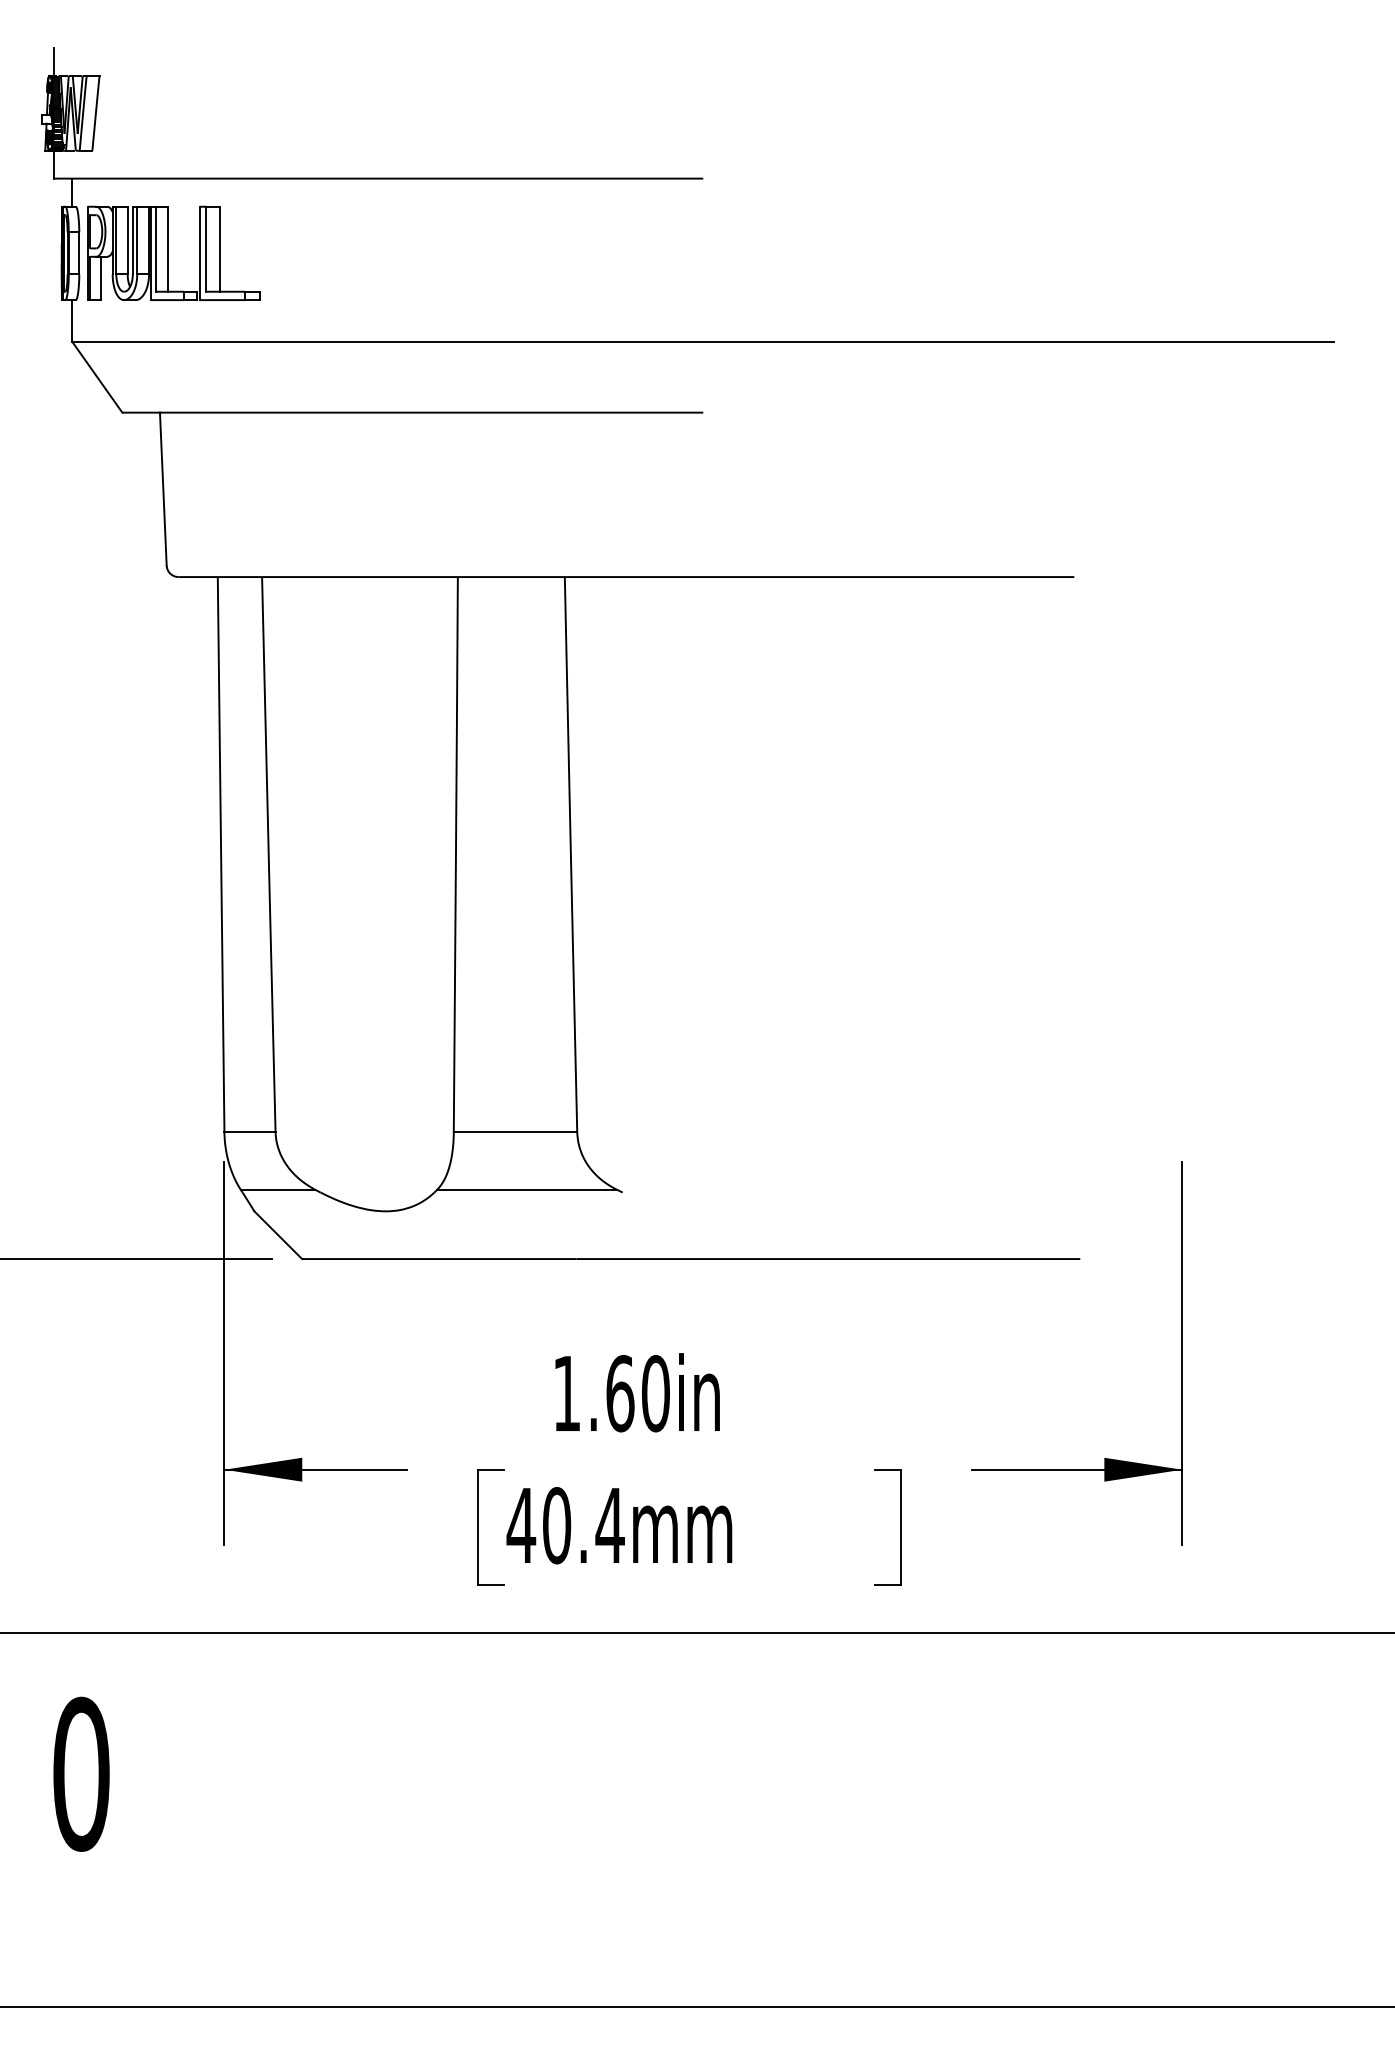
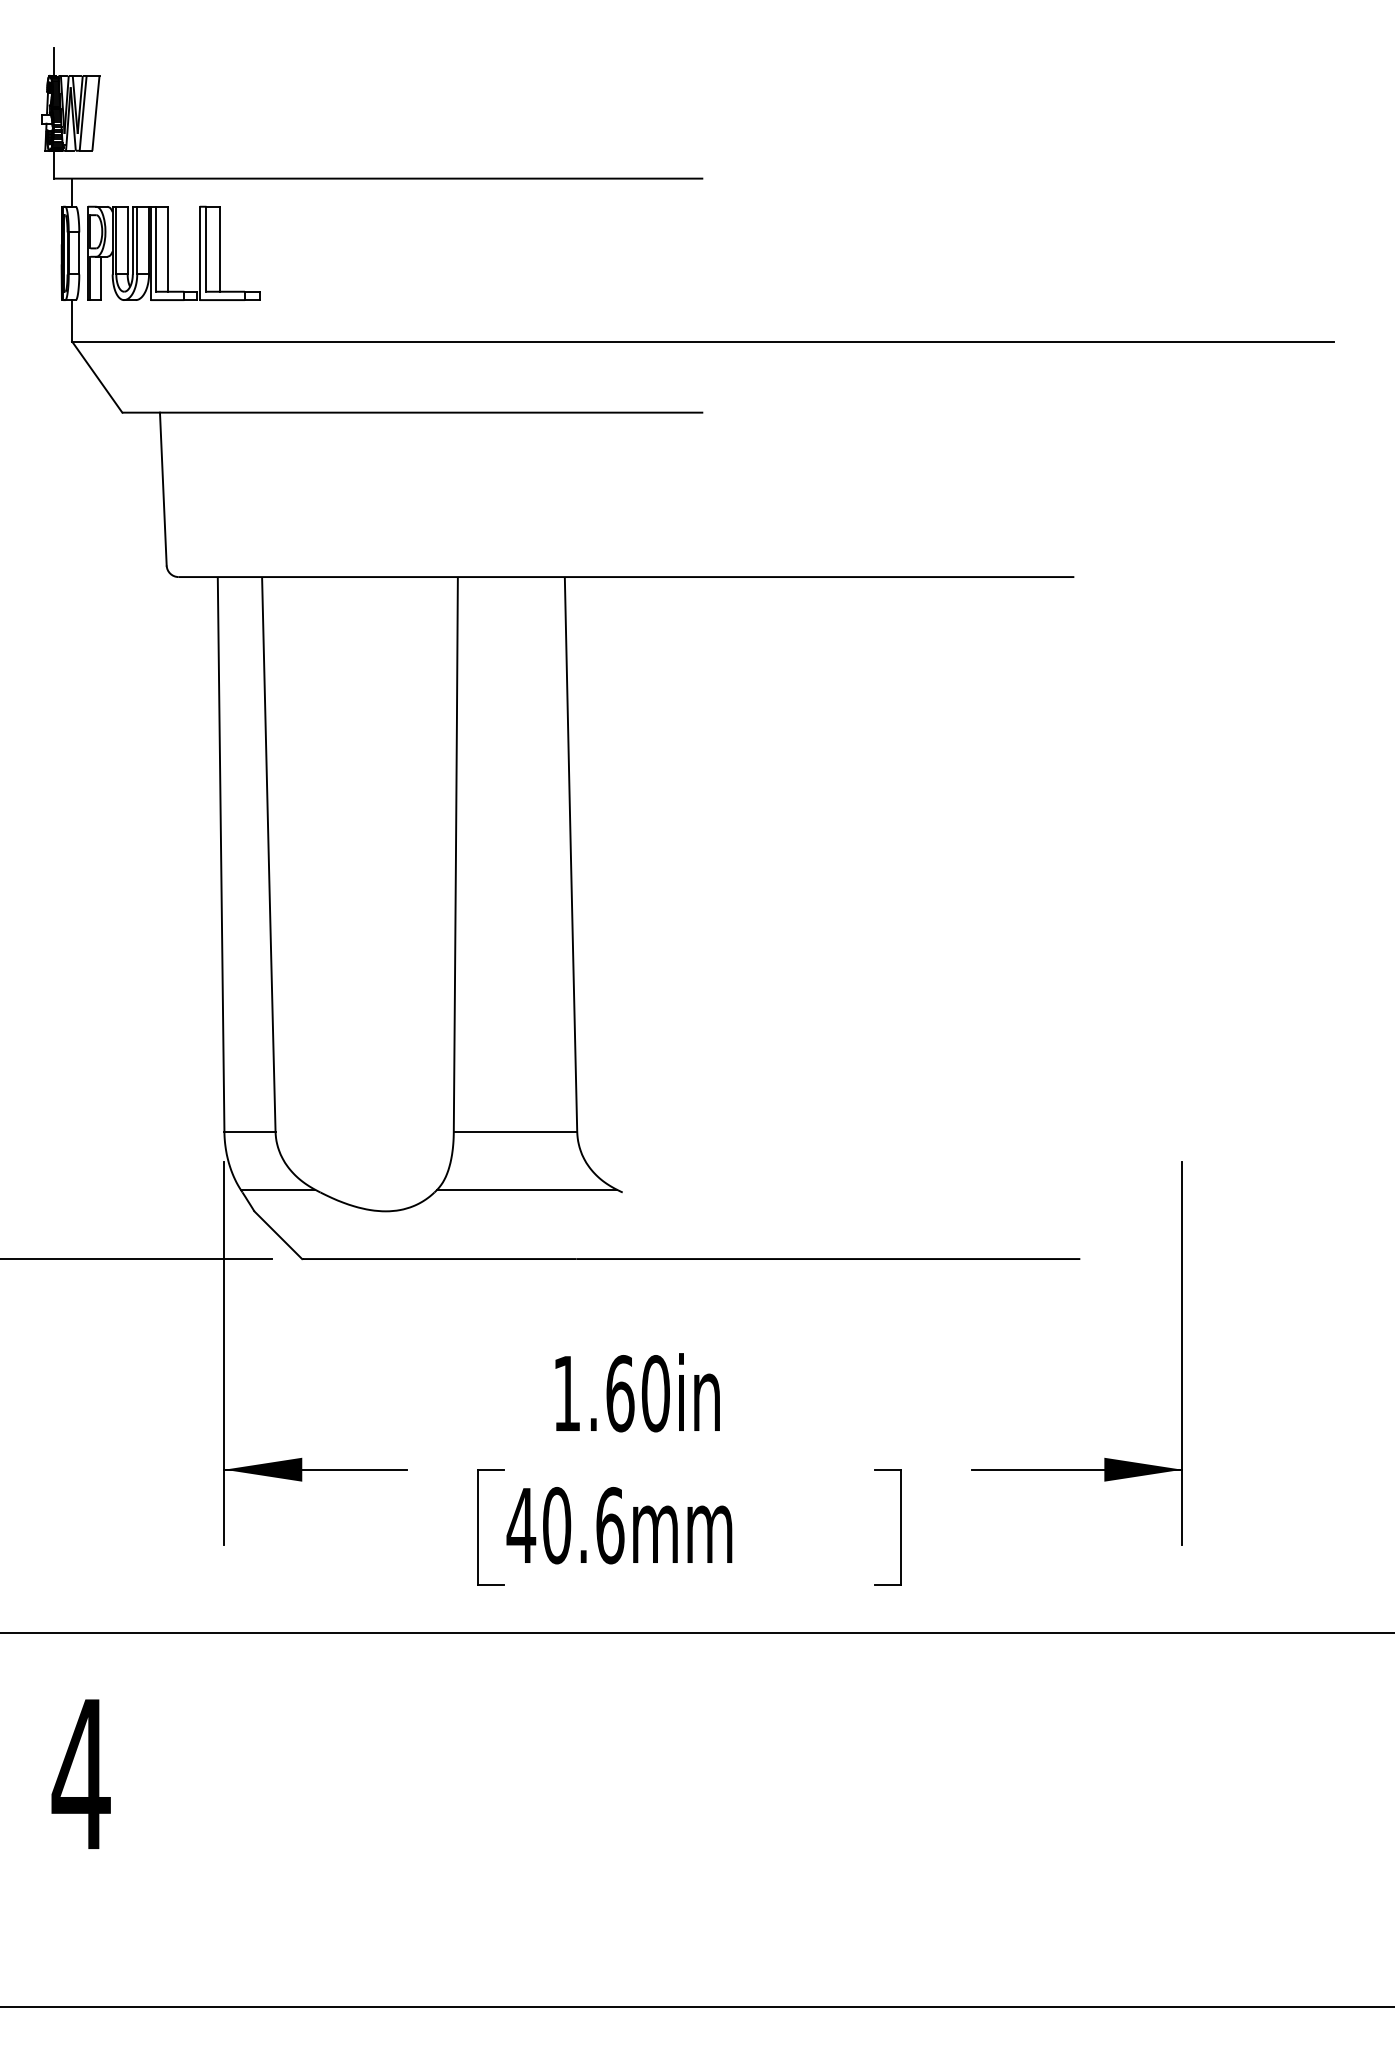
text at (609, 1525): 40.4mm -> 40.6mm
text at (80, 1773): 0 -> 4
